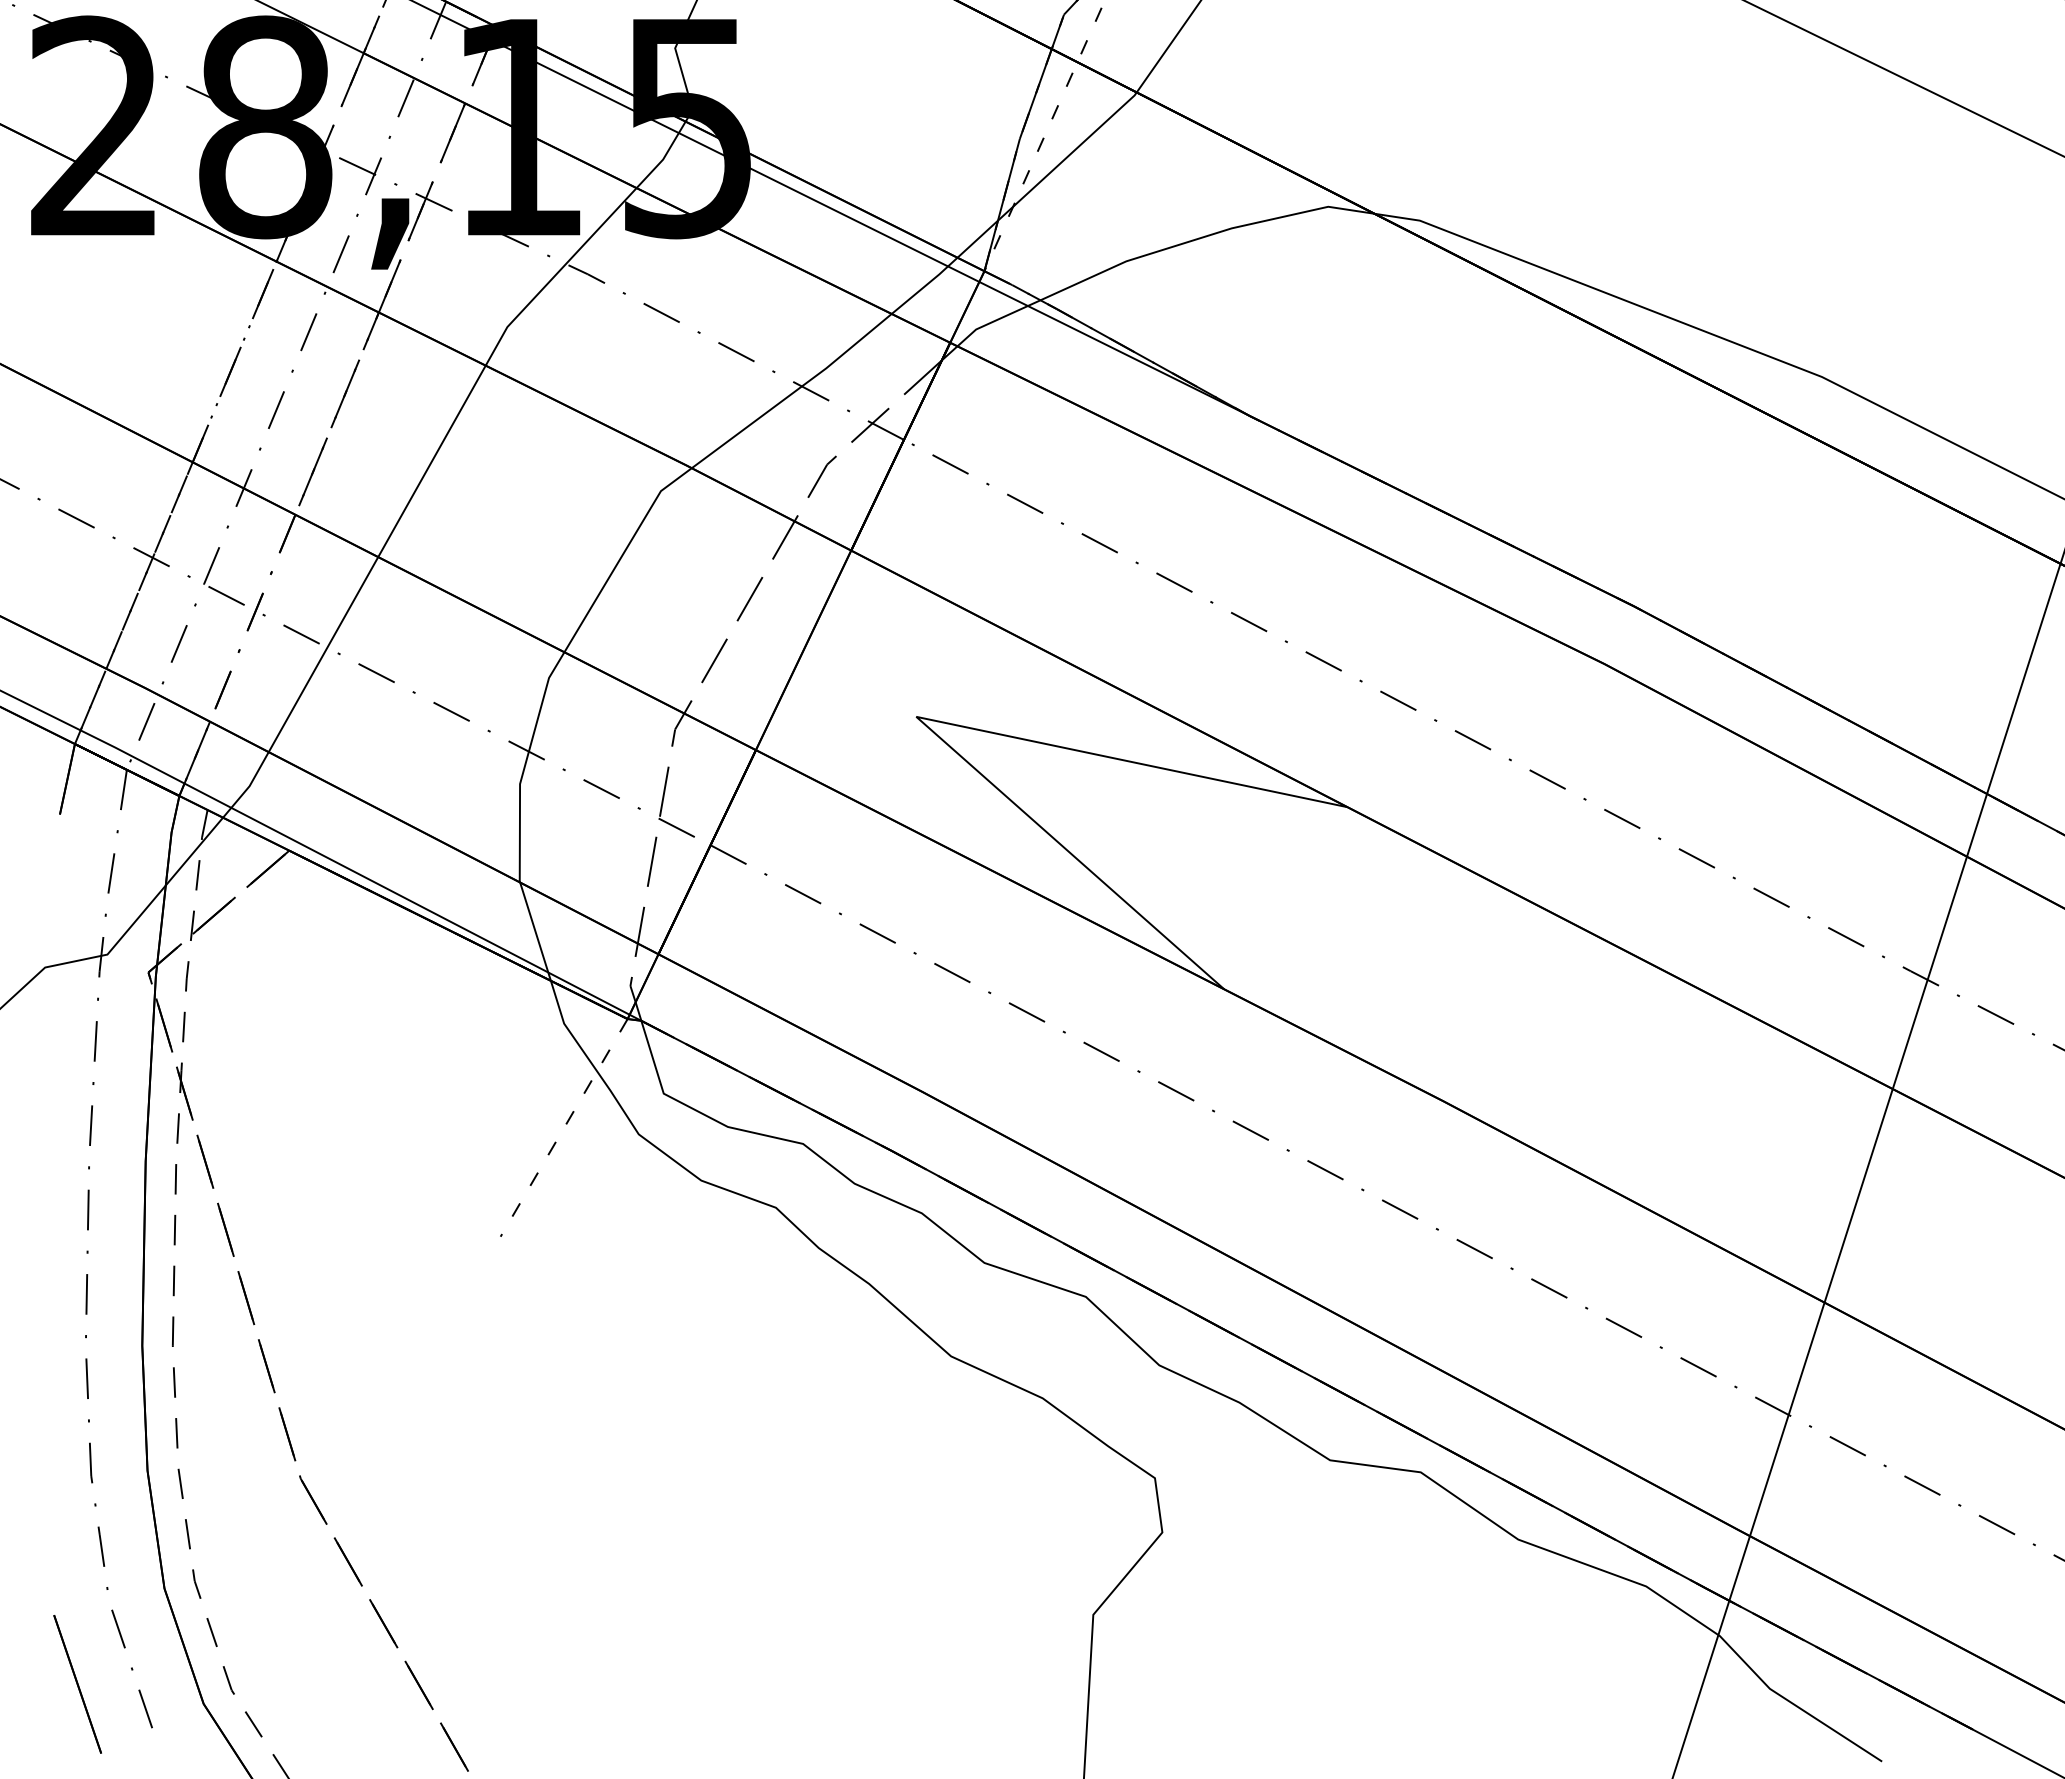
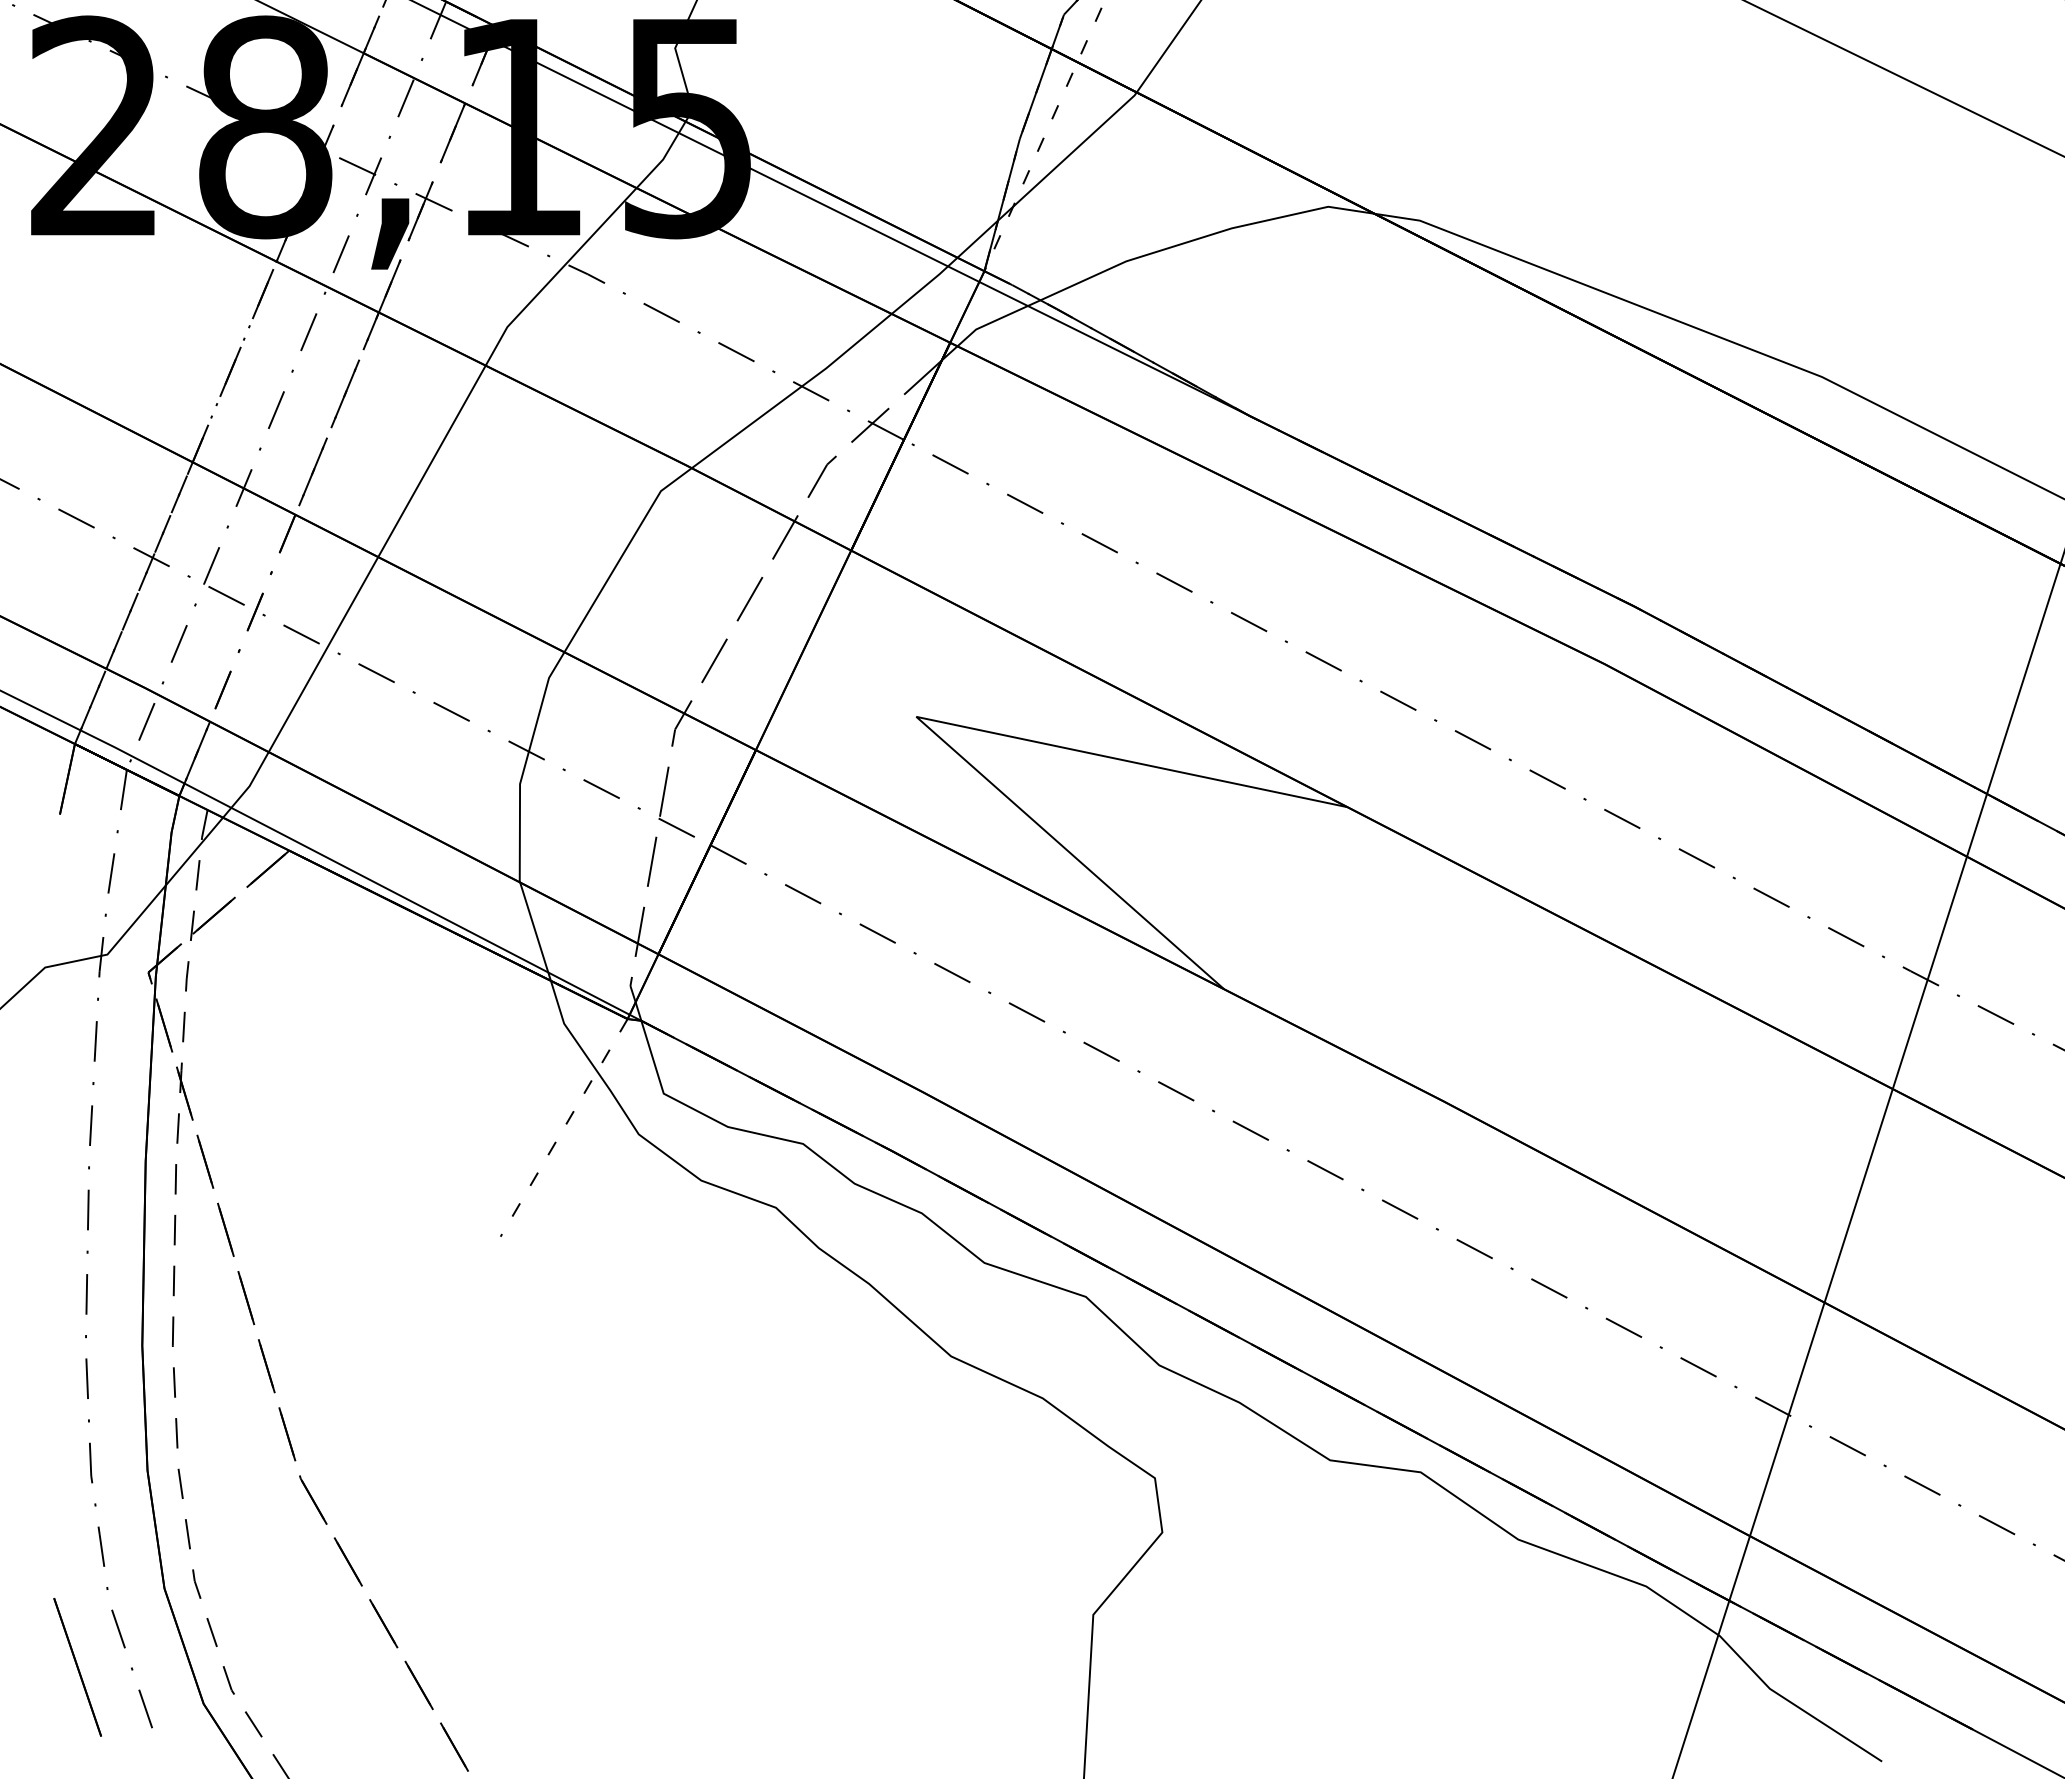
line at (77, 1684) position: (77, 1684) -> (77, 1667)
